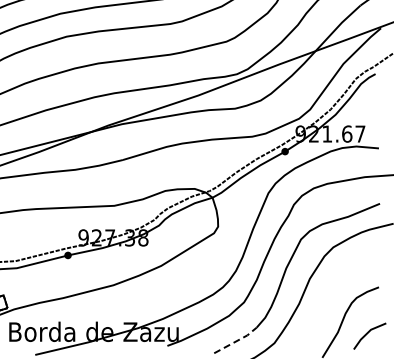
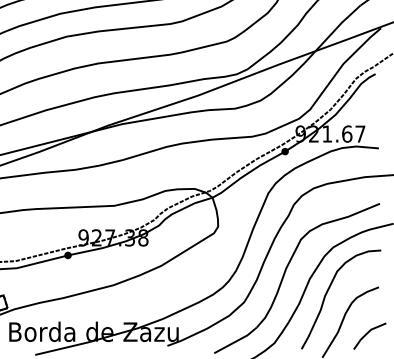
curve at (327, 293): none -> present
line at (236, 341): dashed -> solid
